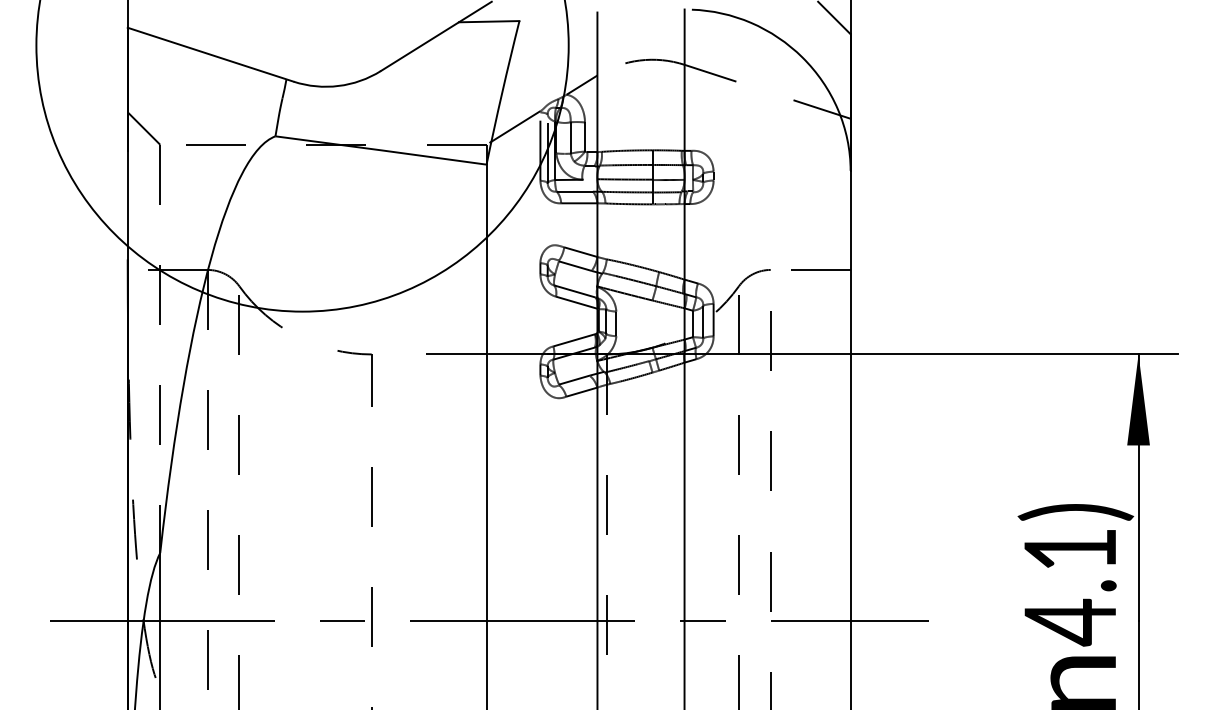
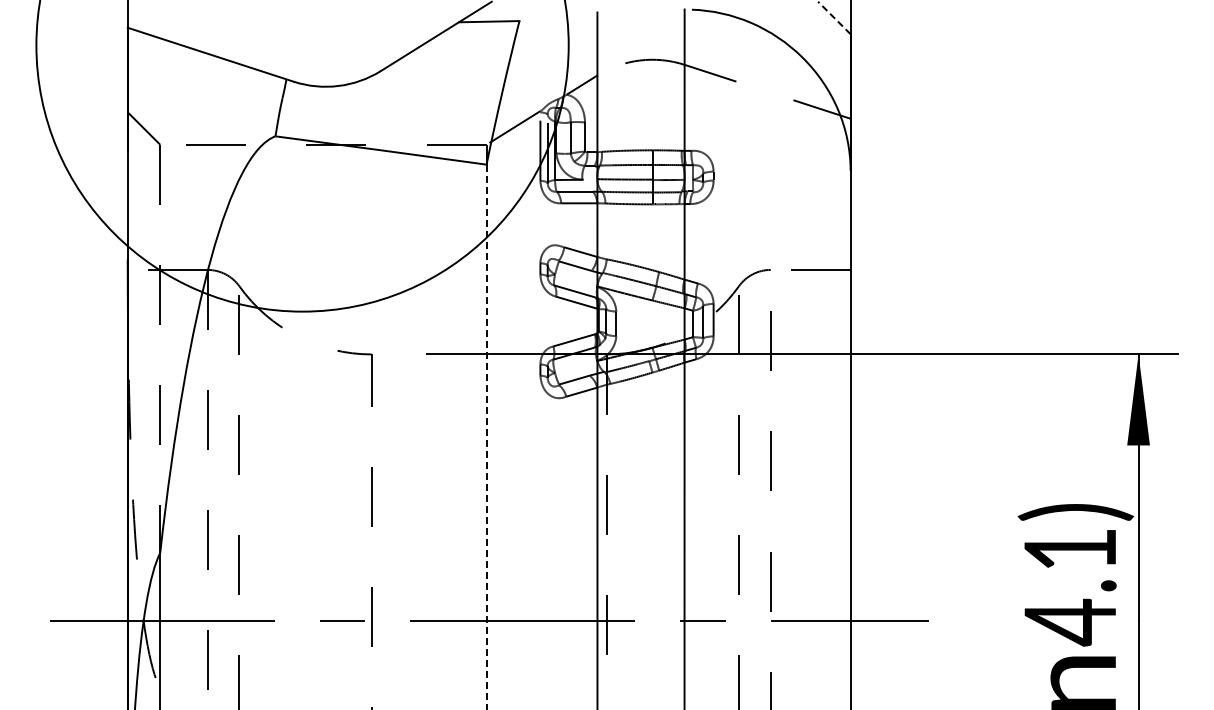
line at (834, 18): solid -> dashed
line at (486, 437): solid -> dashed
